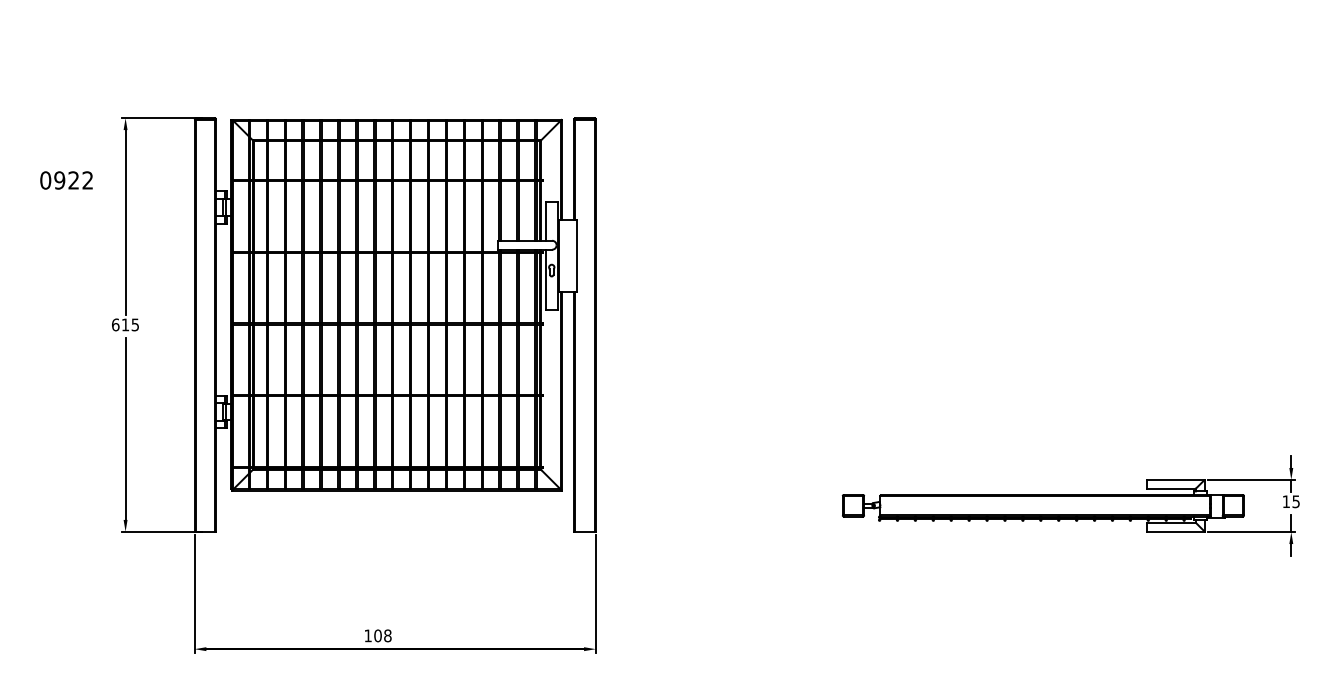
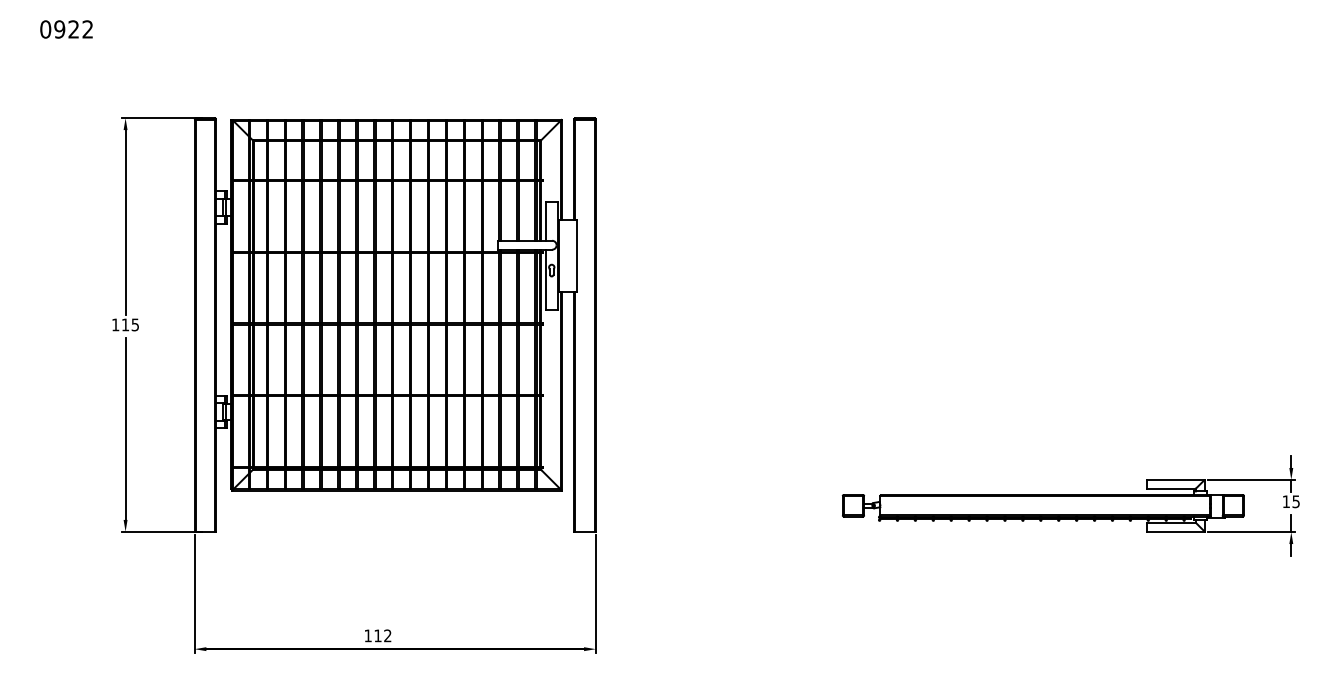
text at (66, 180) position: (66, 180) -> (66, 29)
text at (115, 324): 615 -> 115
text at (382, 635): 108 -> 112
